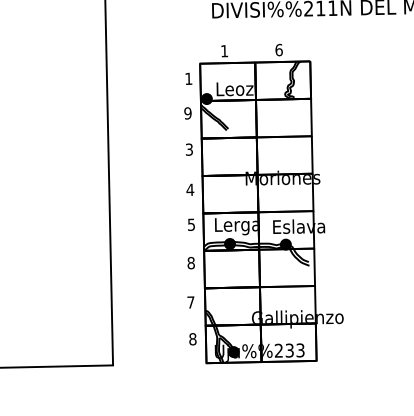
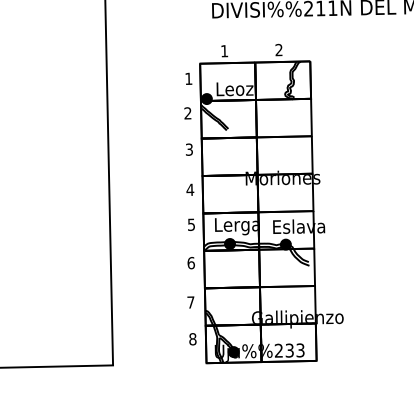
text at (278, 49): 6 -> 2
text at (187, 113): 9 -> 2
text at (190, 263): 8 -> 6
